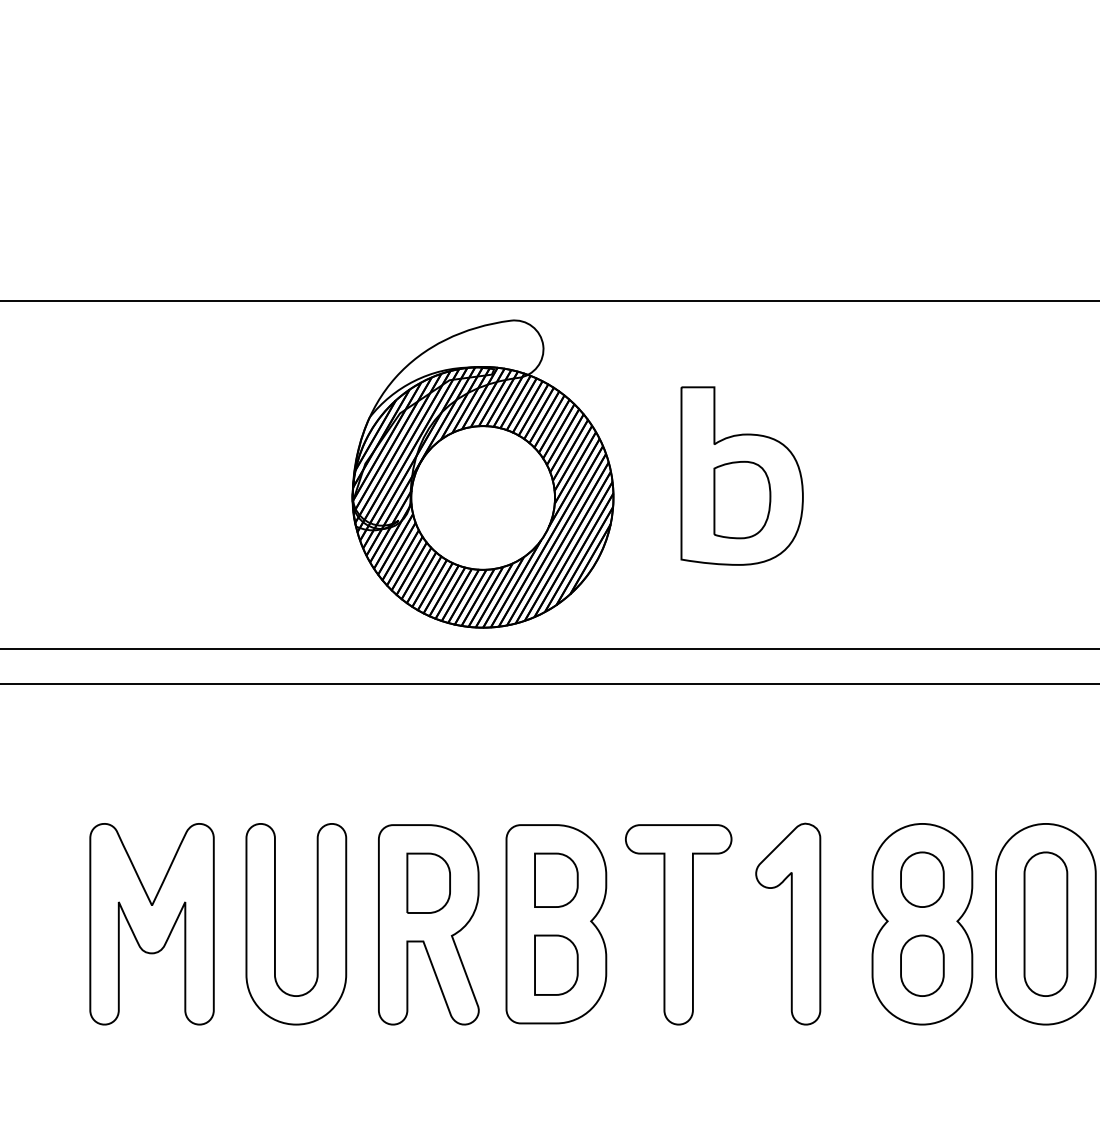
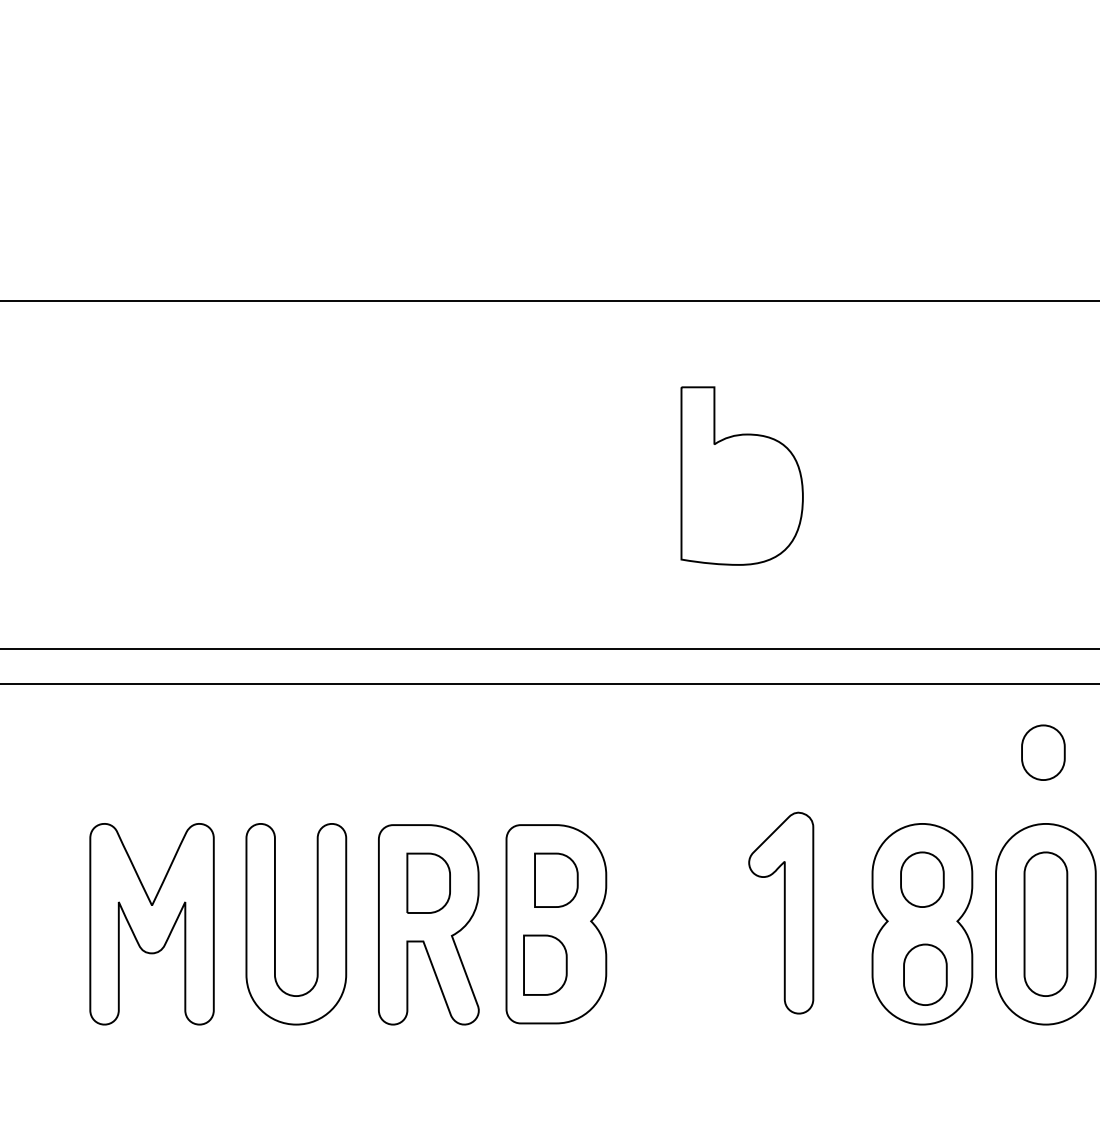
part at (482, 473): present -> none
part at (742, 499): present -> none
part at (1043, 752): none -> present
part at (788, 923) position: (788, 923) -> (781, 912)
part at (678, 924): present -> none
part at (556, 964) position: (556, 964) -> (545, 964)
part at (922, 965) position: (922, 965) -> (925, 974)
